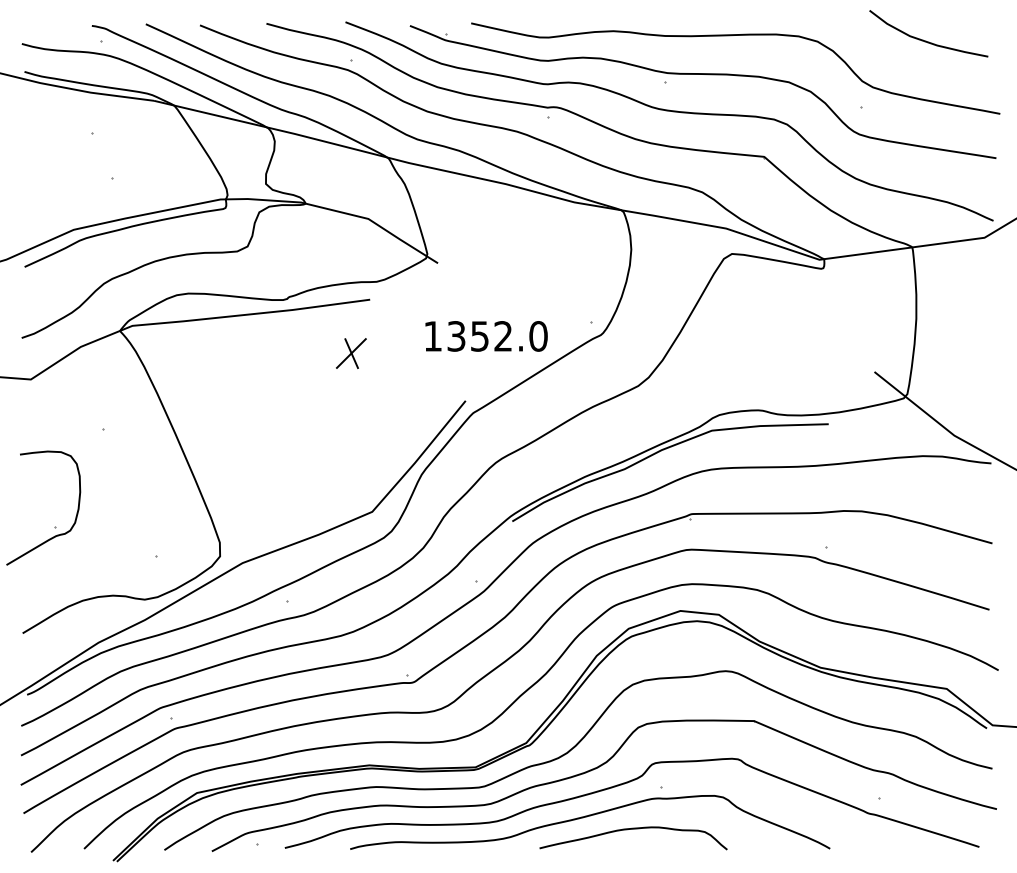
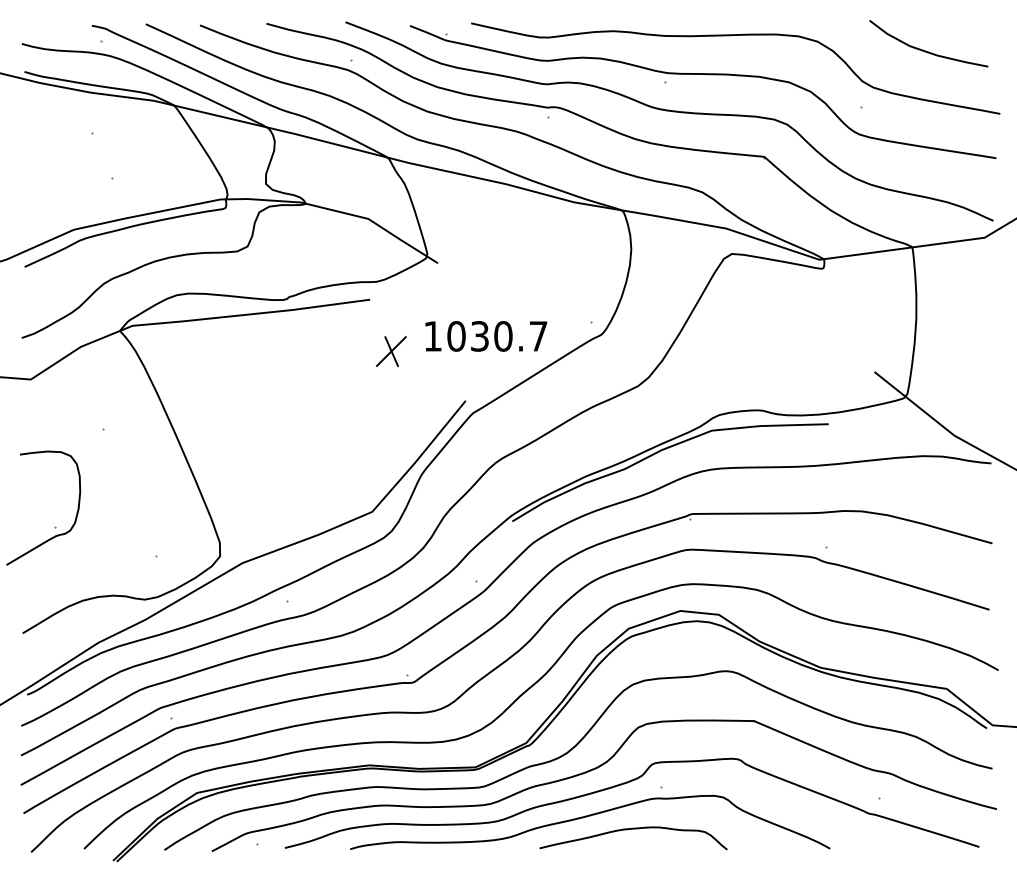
curve at (926, 40) position: (926, 40) -> (926, 50)
text at (497, 336): 1352.0 -> 1030.7
part at (351, 353) position: (351, 353) -> (391, 351)
